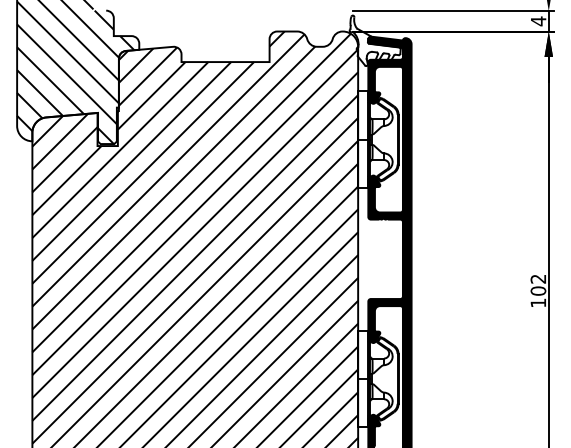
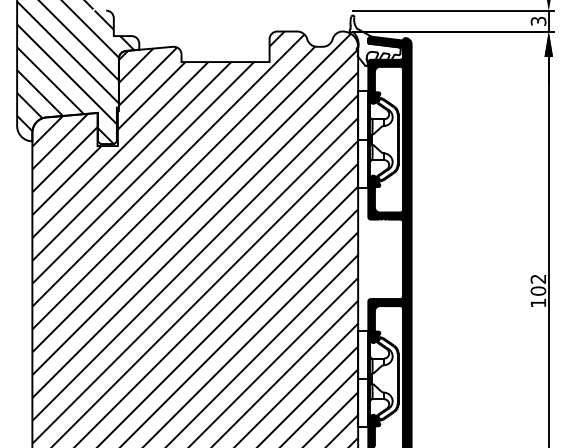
text at (538, 21): 4 -> 3
